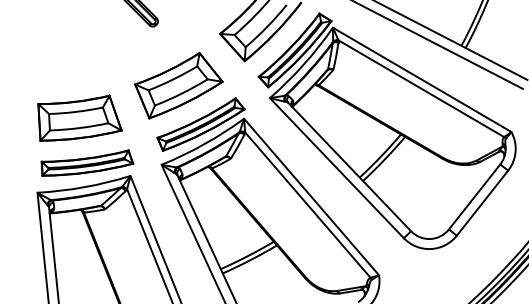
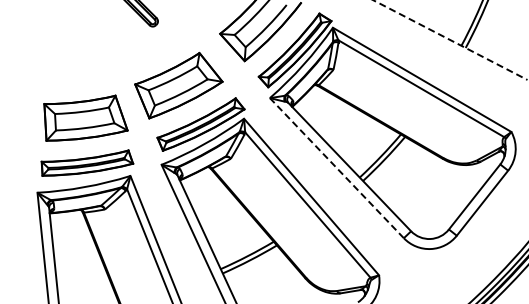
line at (450, 40): solid -> dashed
line at (438, 45): present -> none
part at (79, 117) position: (79, 117) -> (85, 117)
line at (336, 168): solid -> dashed
